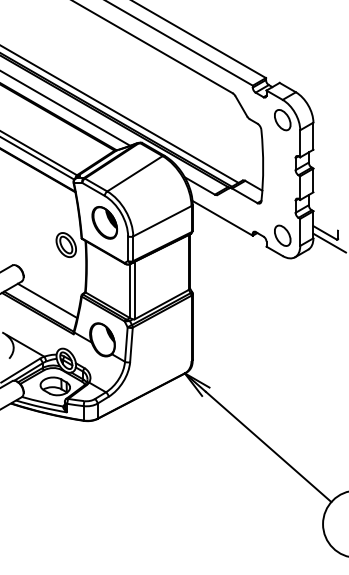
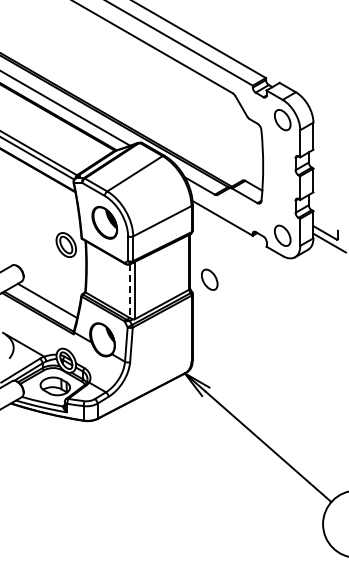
line at (120, 114): present -> none
part at (209, 279): none -> present
line at (129, 291): solid -> dashed
